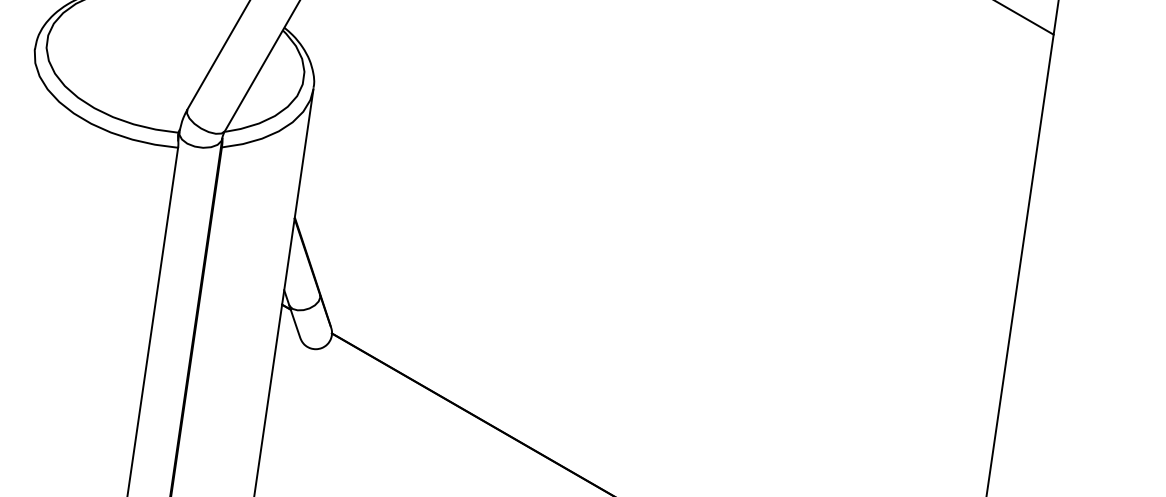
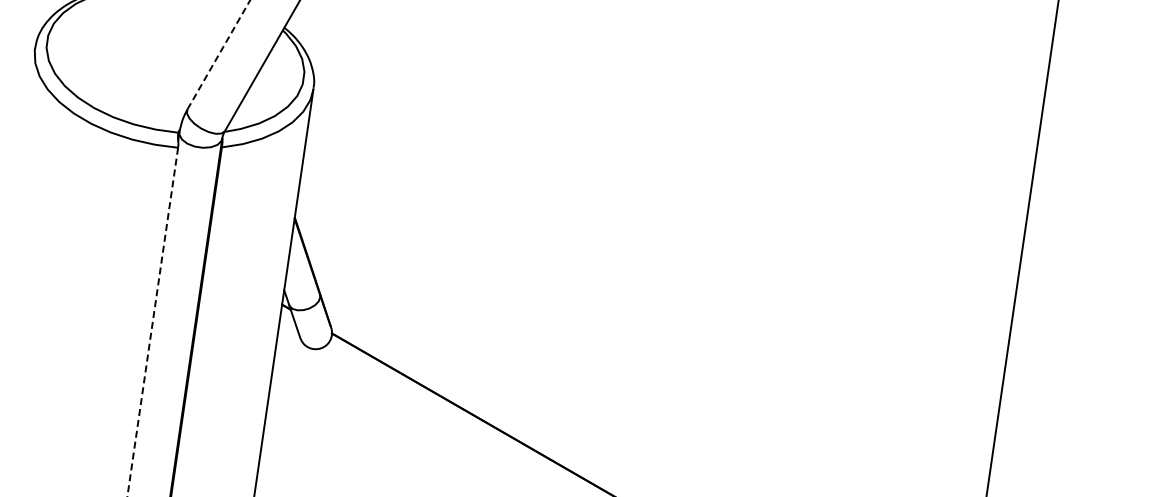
line at (1025, 18): present -> none
line at (218, 55): solid -> dashed
line at (152, 322): solid -> dashed
